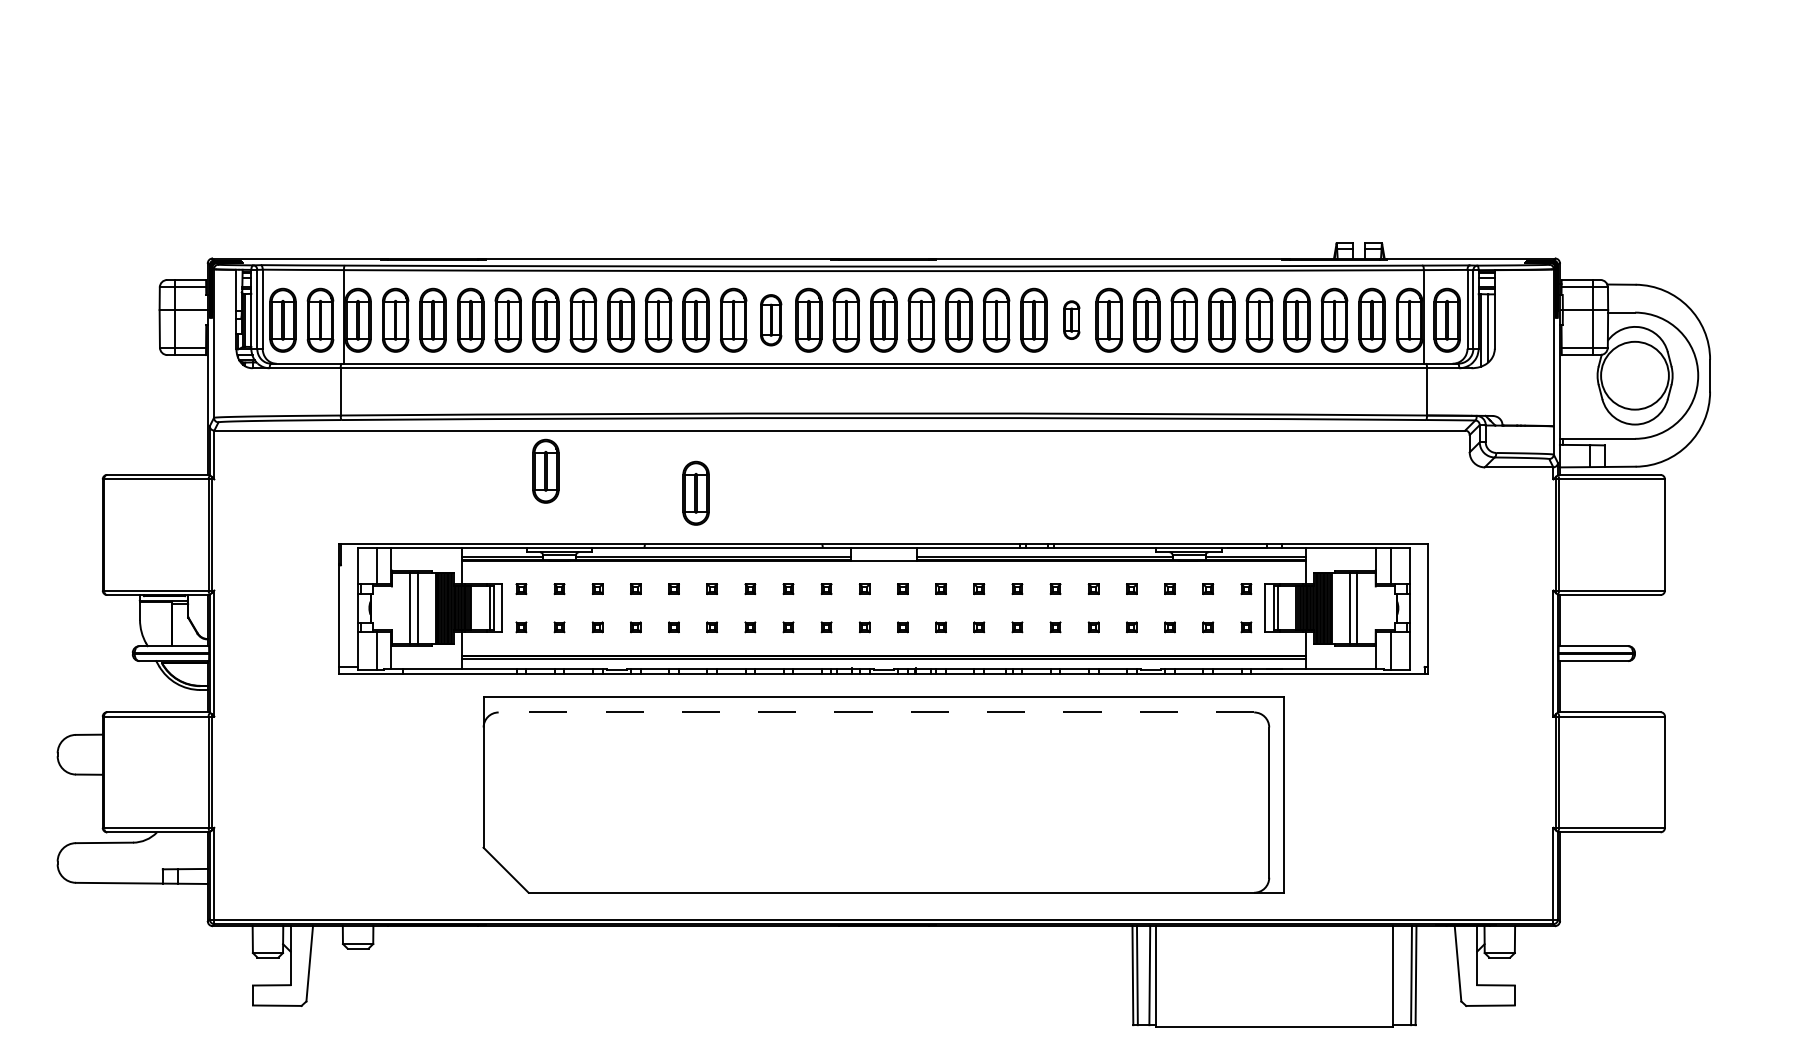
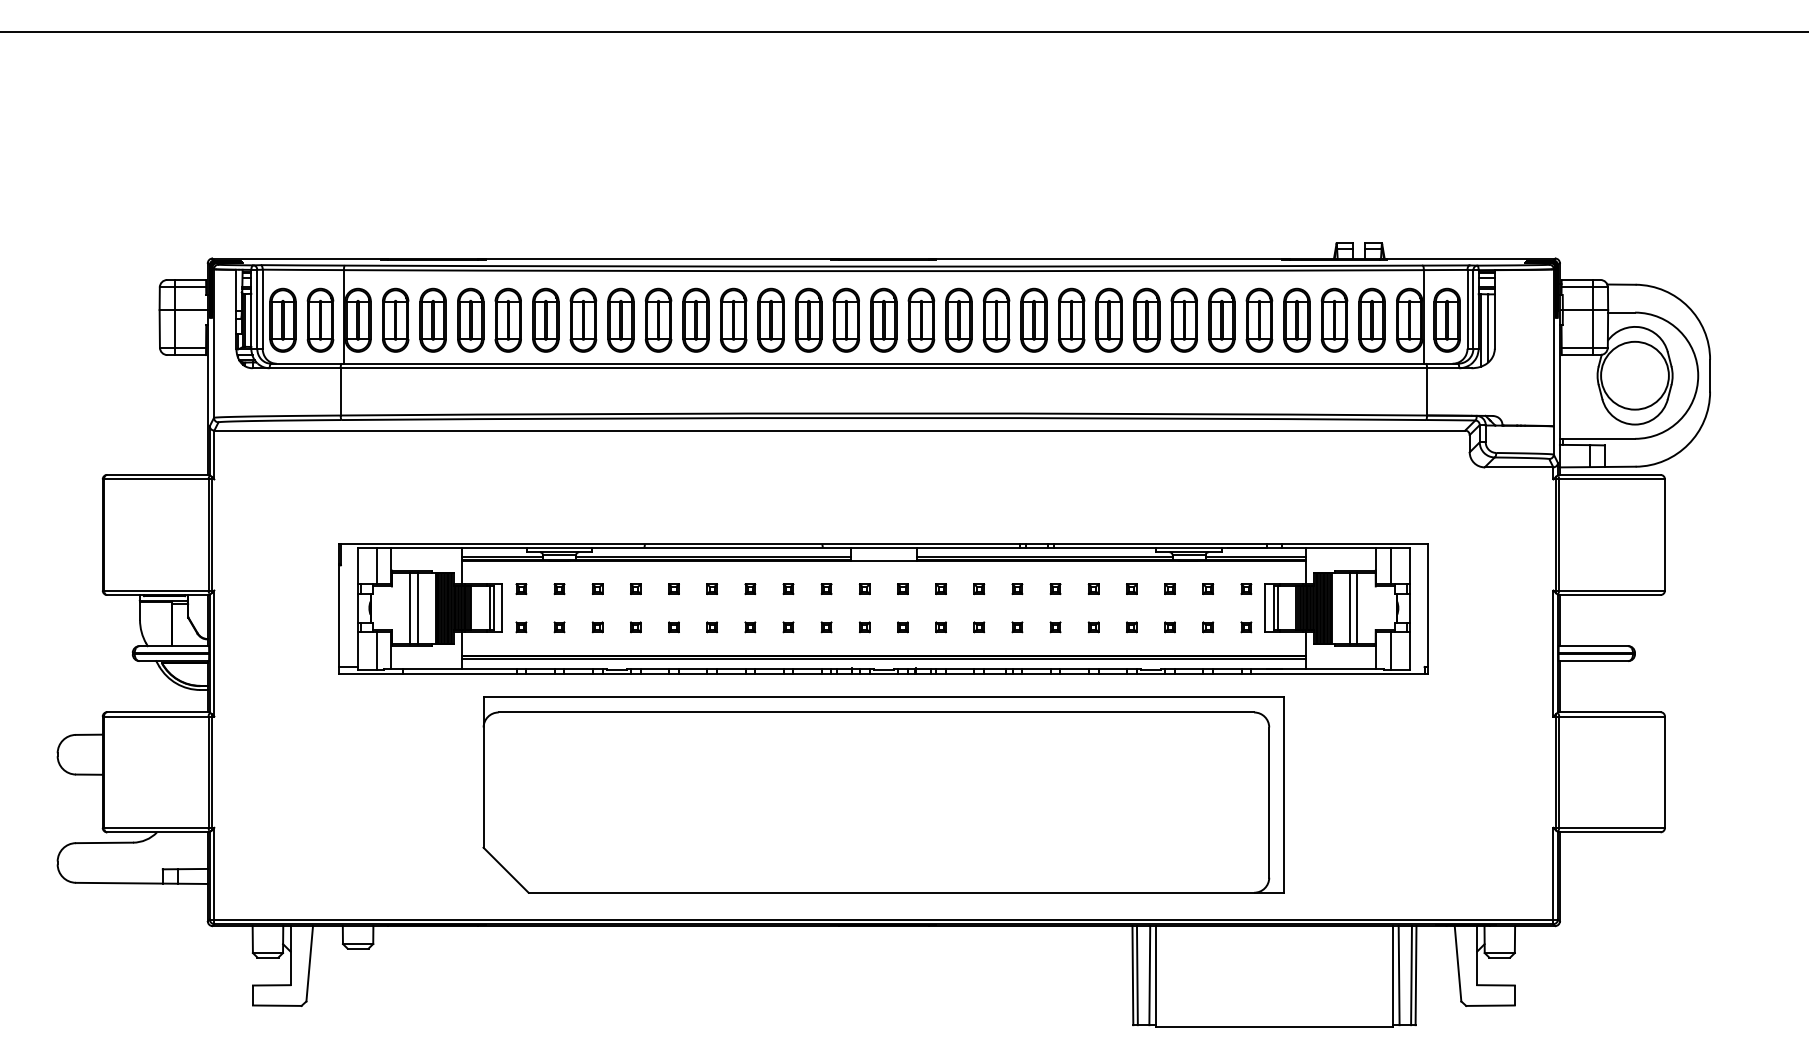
line at (903, 31): none -> present
part at (1071, 319) size: 18x40 px -> 28x66 px
part at (771, 320) size: 23x53 px -> 28x66 px
part at (545, 470): present -> none
part at (695, 492): present -> none
line at (876, 712): dashed -> solid
line at (1398, 975): none -> present
